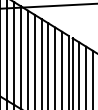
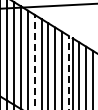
line at (34, 61): solid -> dashed
line at (68, 72): solid -> dashed
